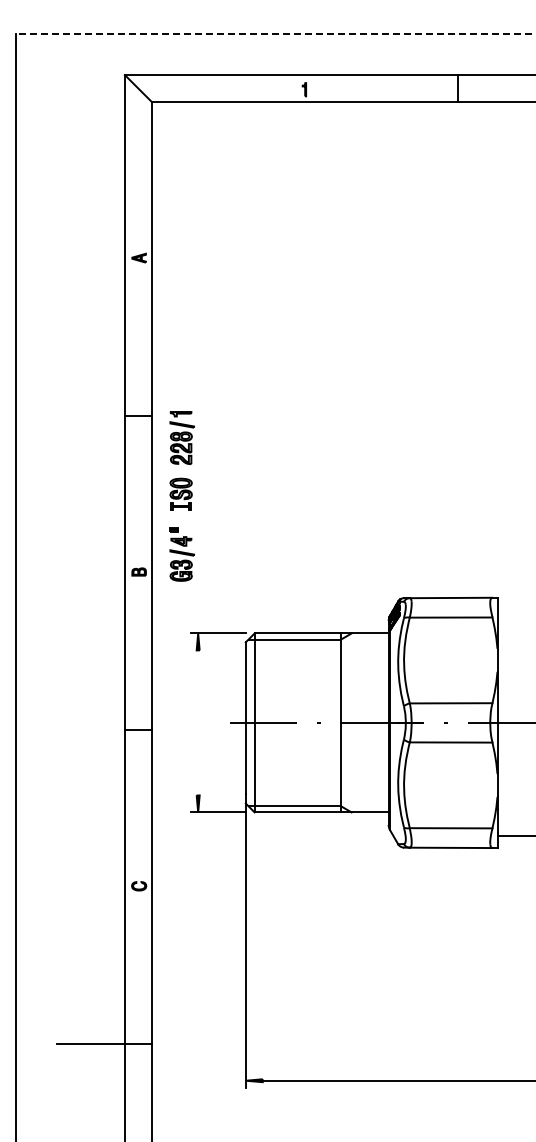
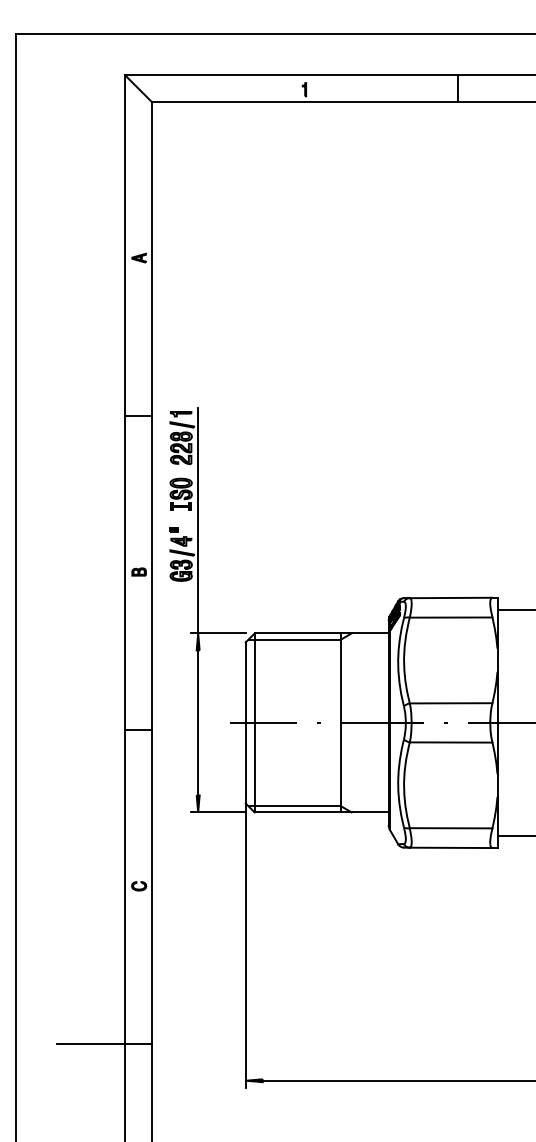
line at (275, 34): dashed -> solid
line at (198, 520): none -> present
line at (514, 610): none -> present
line at (198, 722): none -> present
